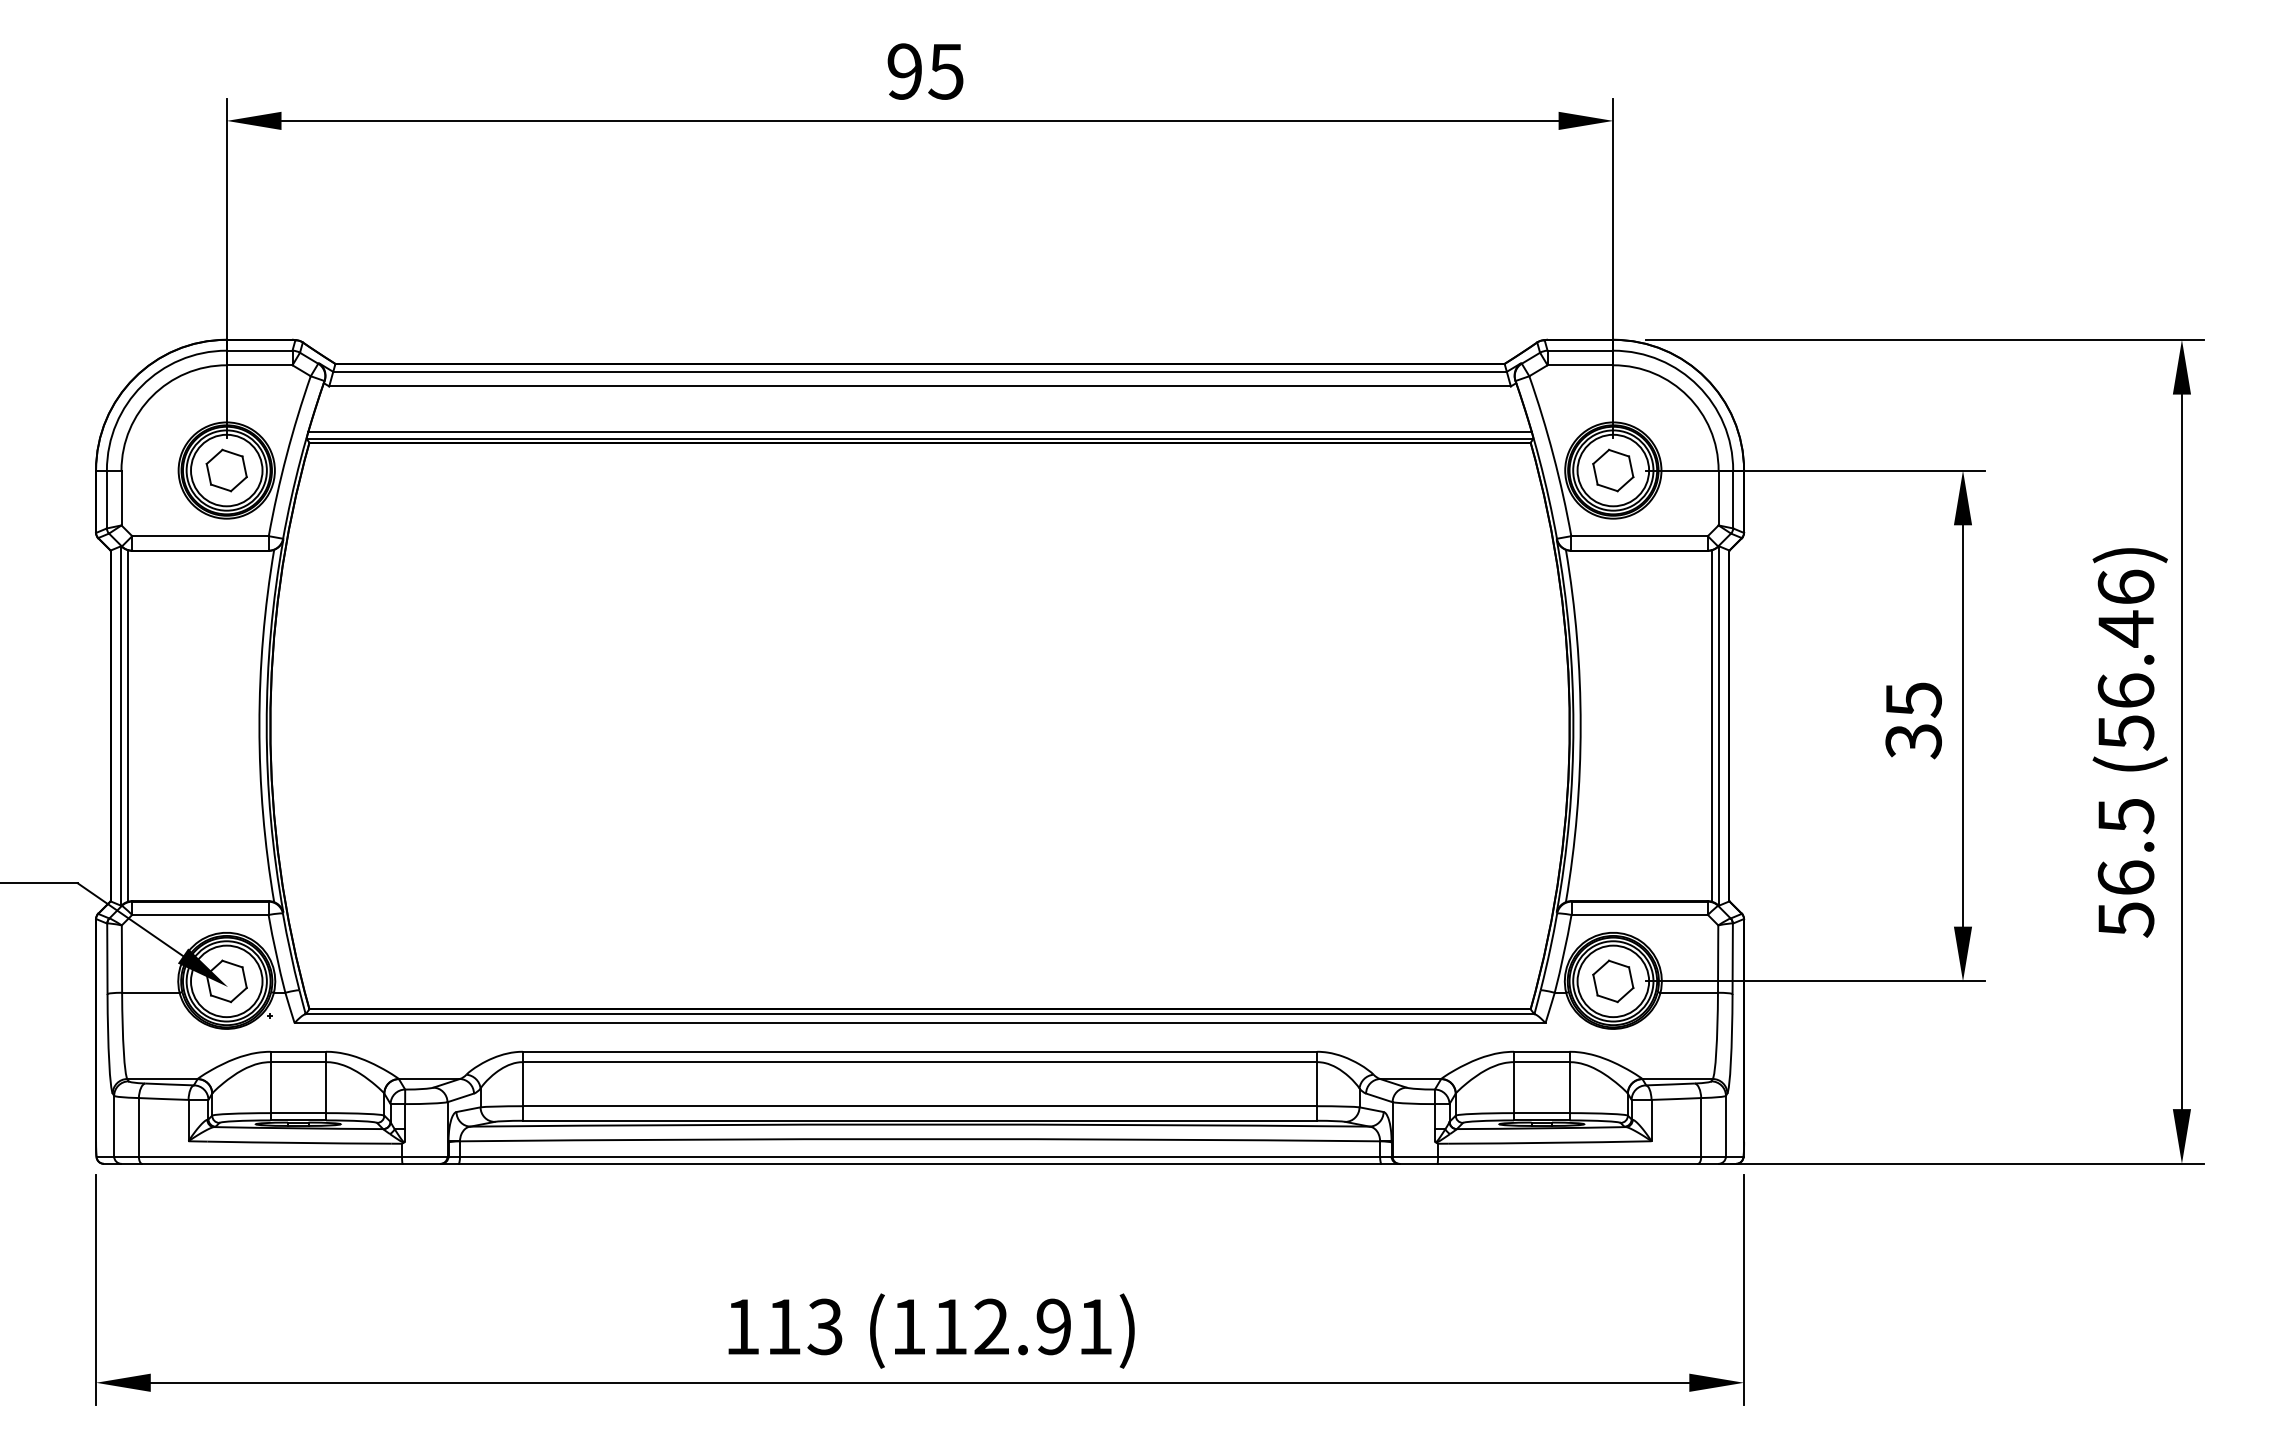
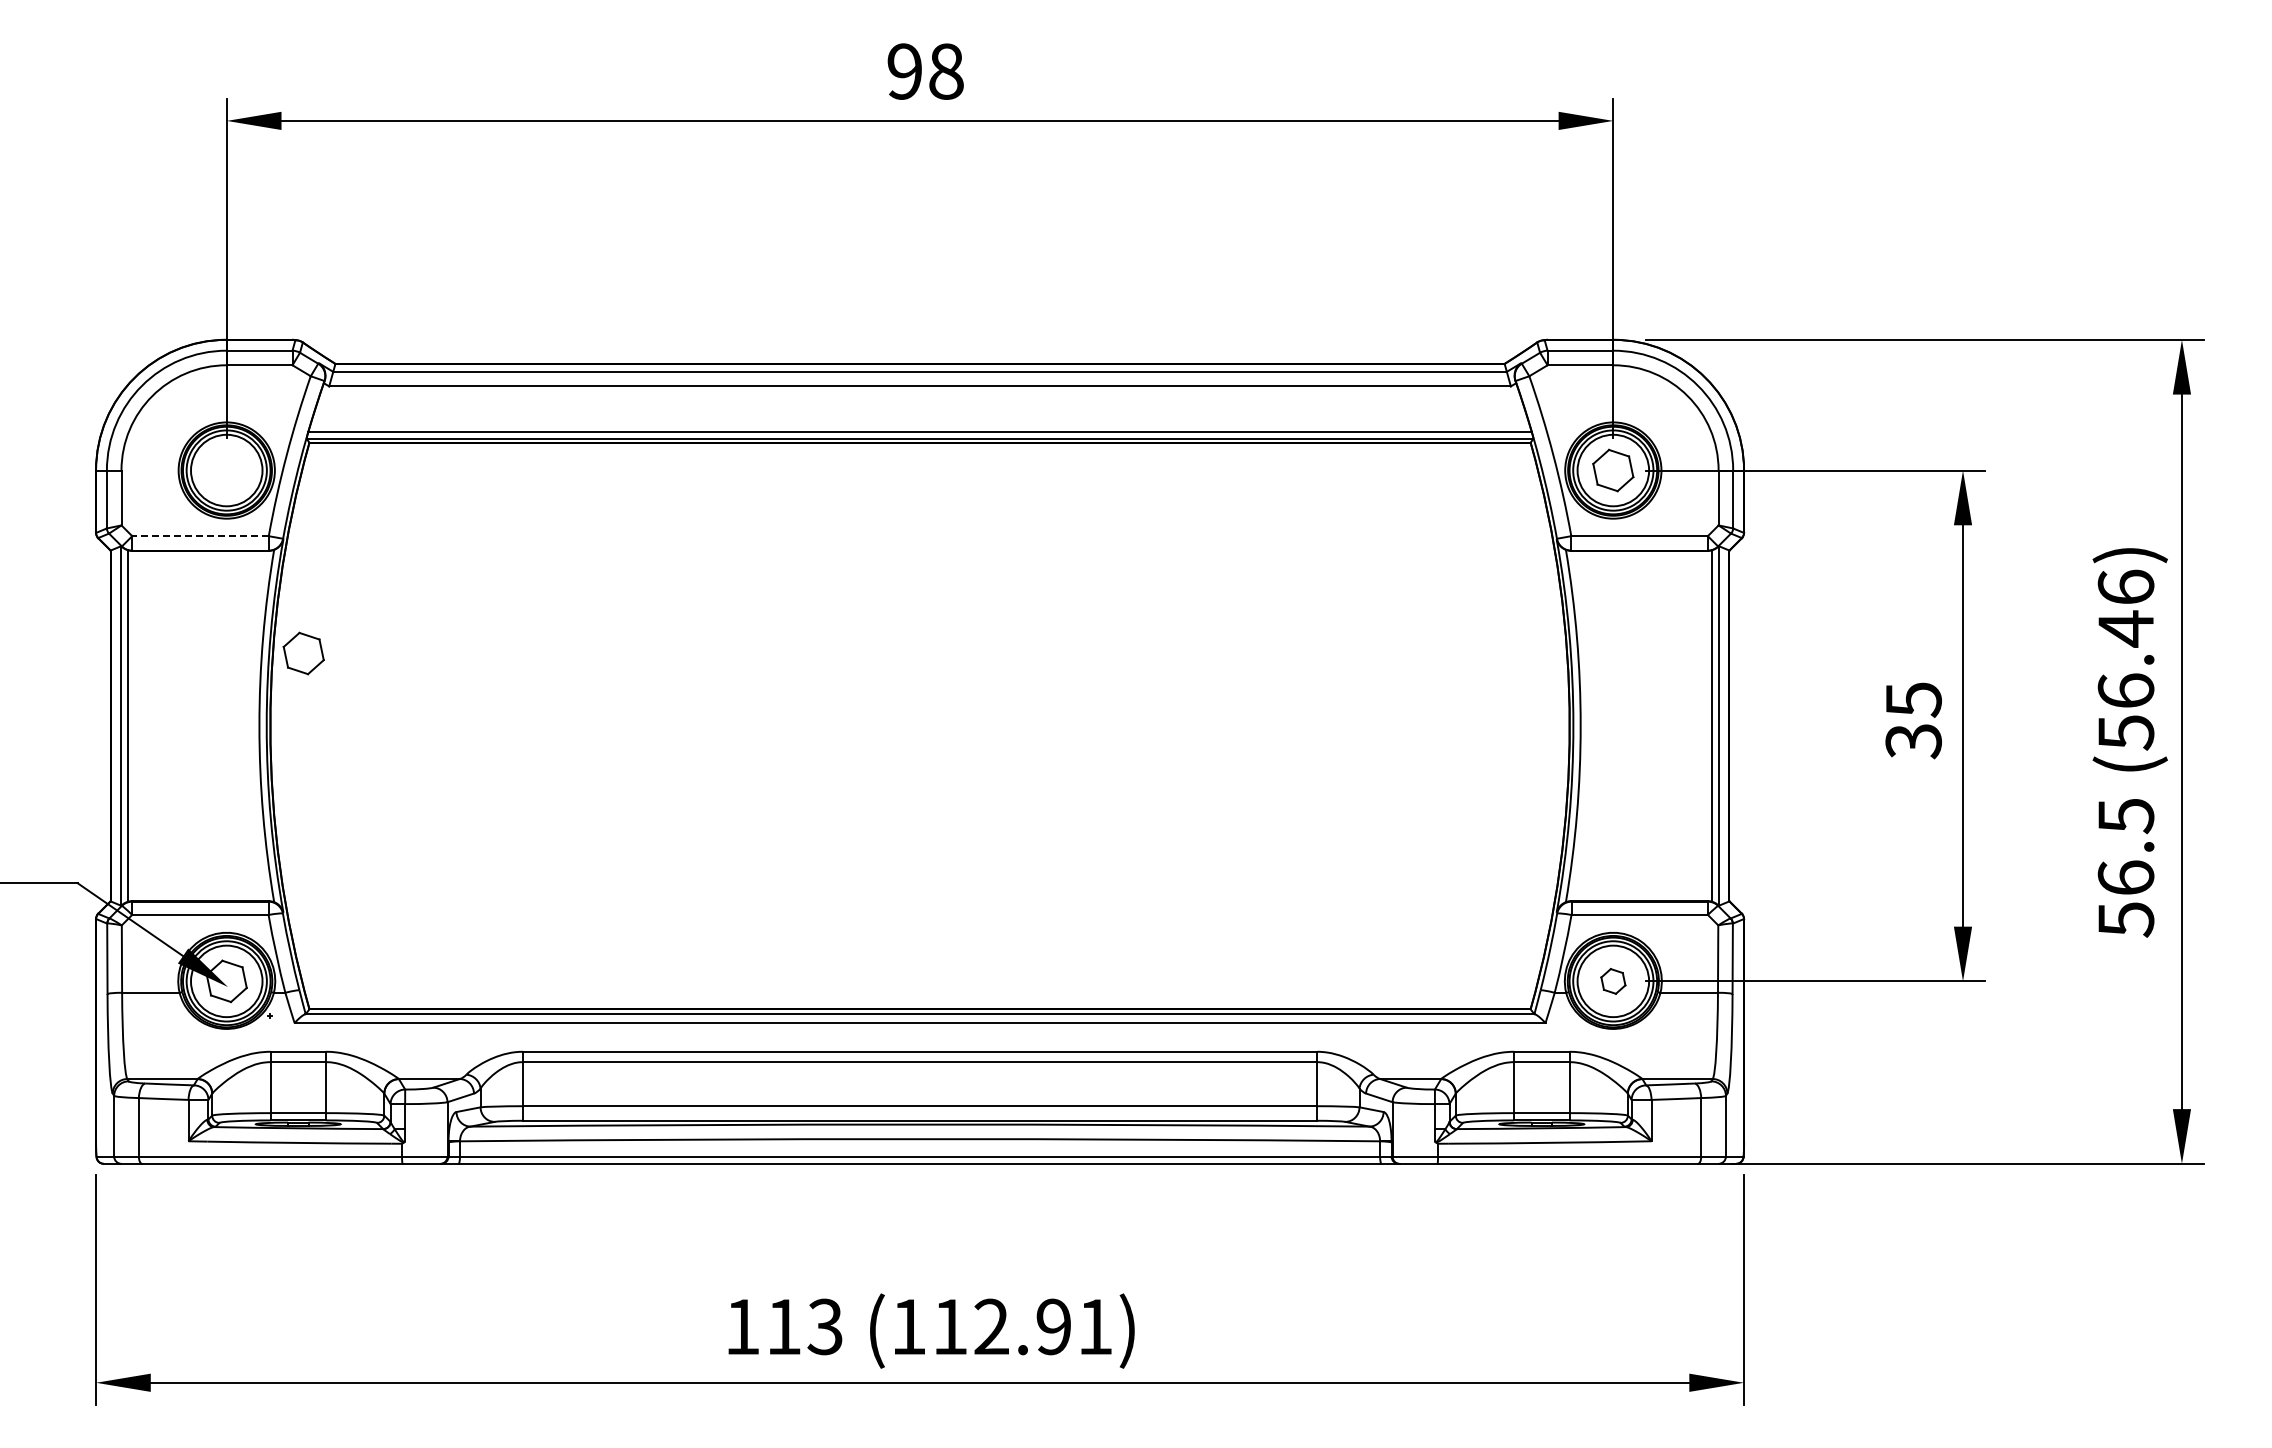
text at (945, 71): 95 -> 98
part at (226, 470) position: (226, 470) -> (303, 653)
line at (200, 536): solid -> dashed
part at (1613, 981) size: 43x45 px -> 27x27 px
